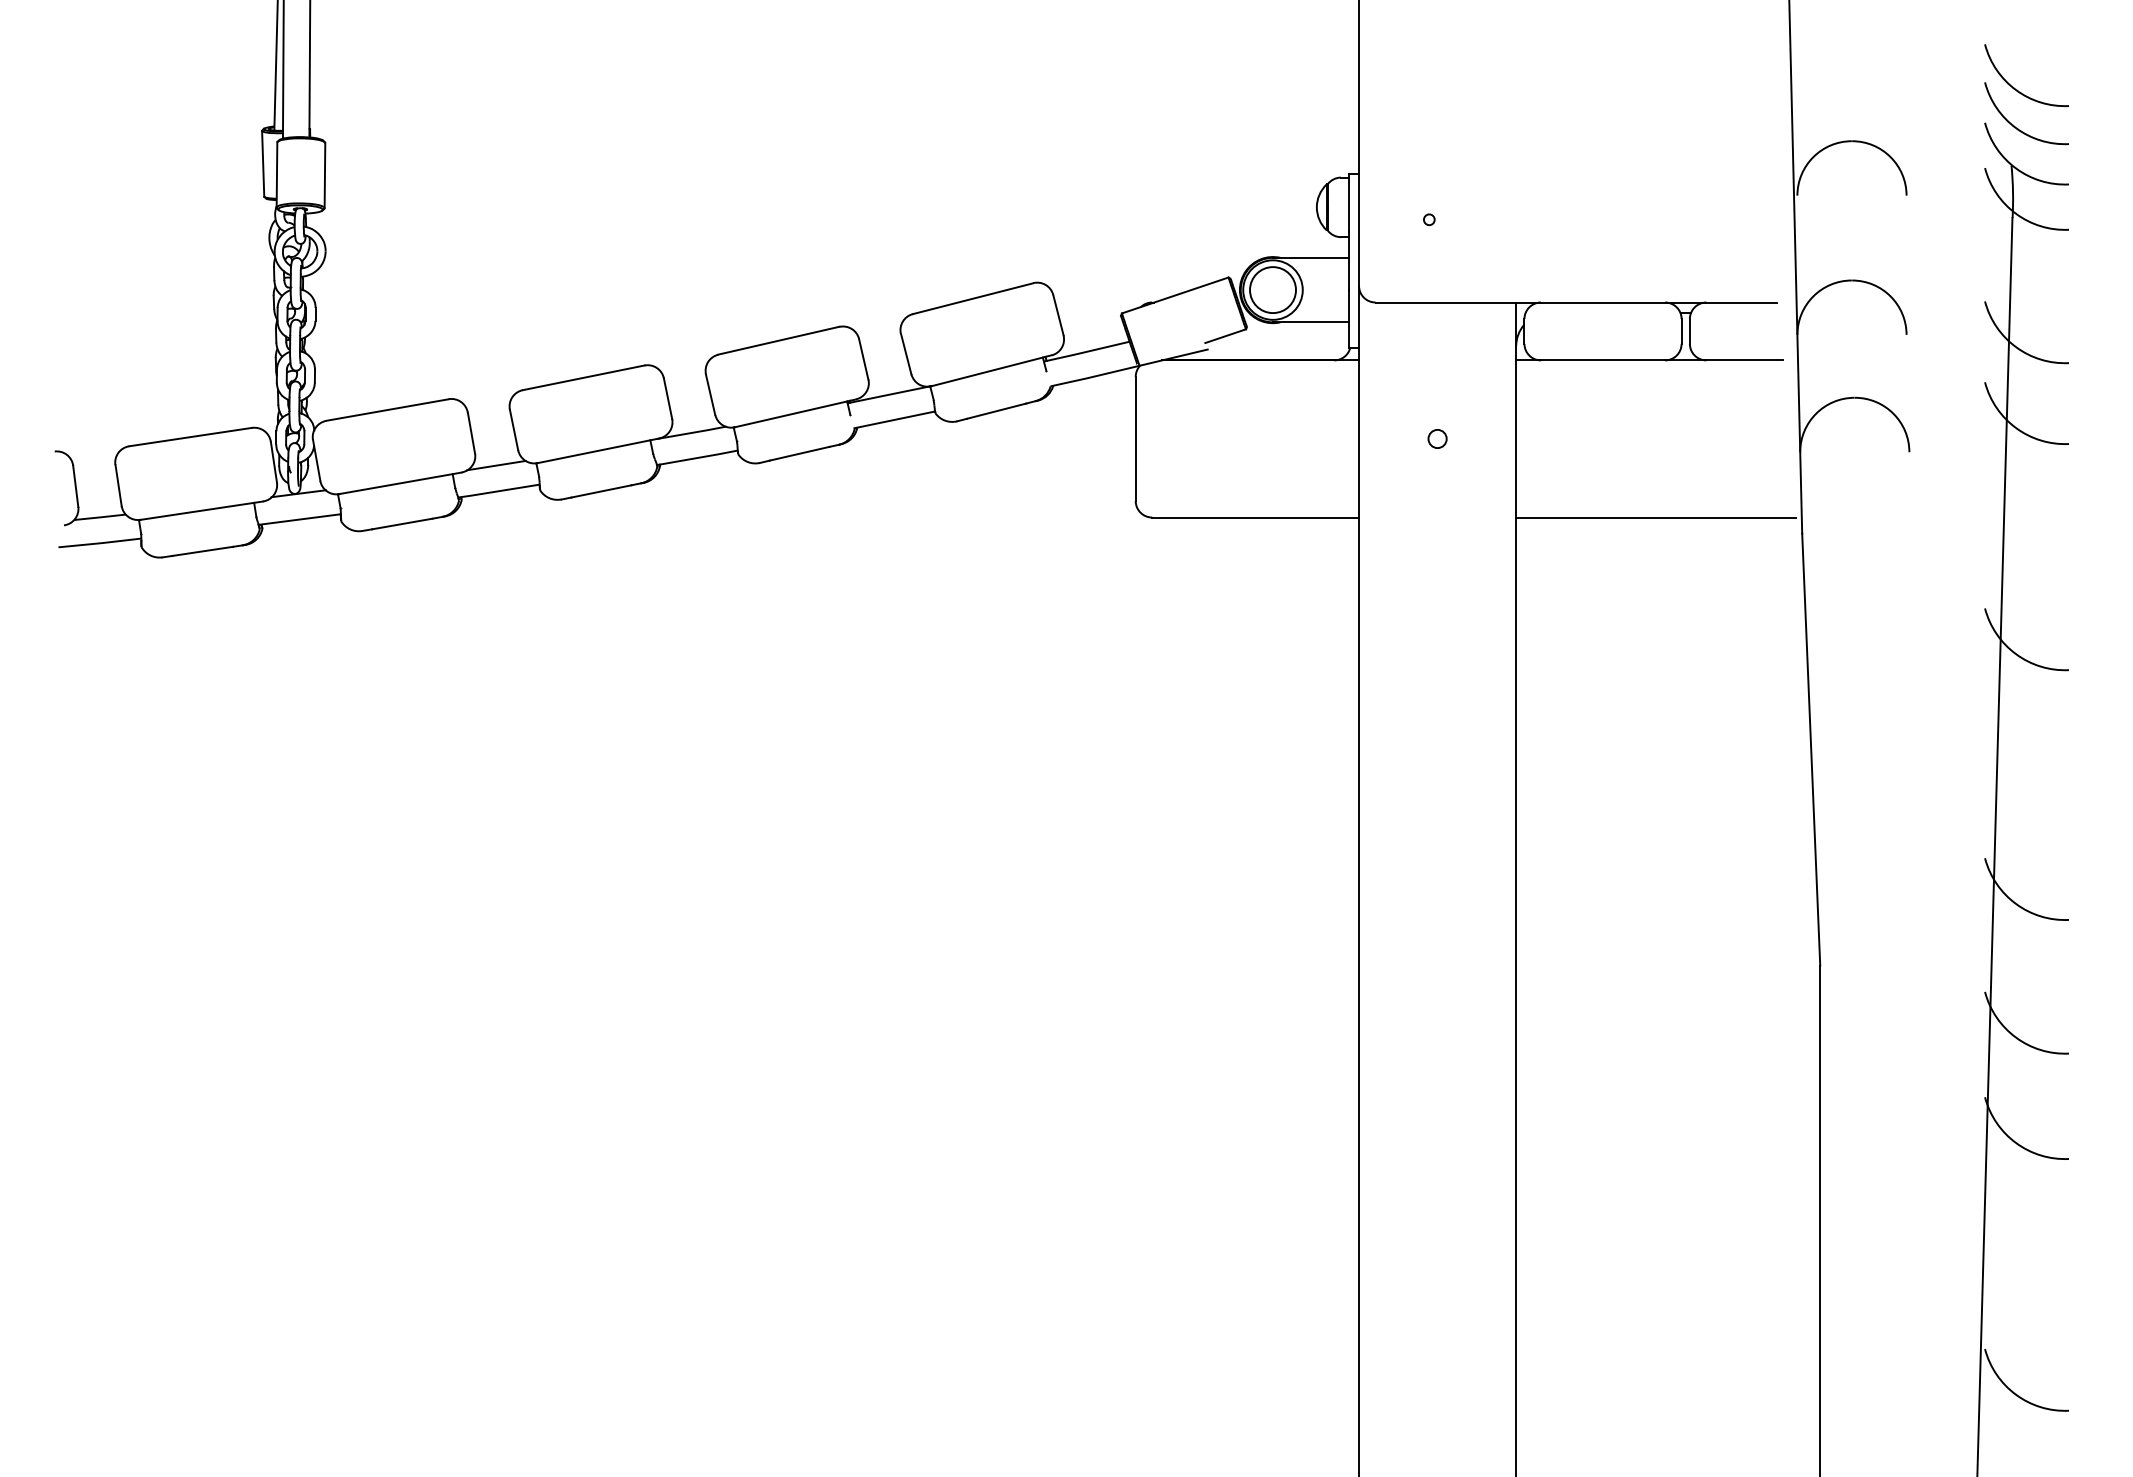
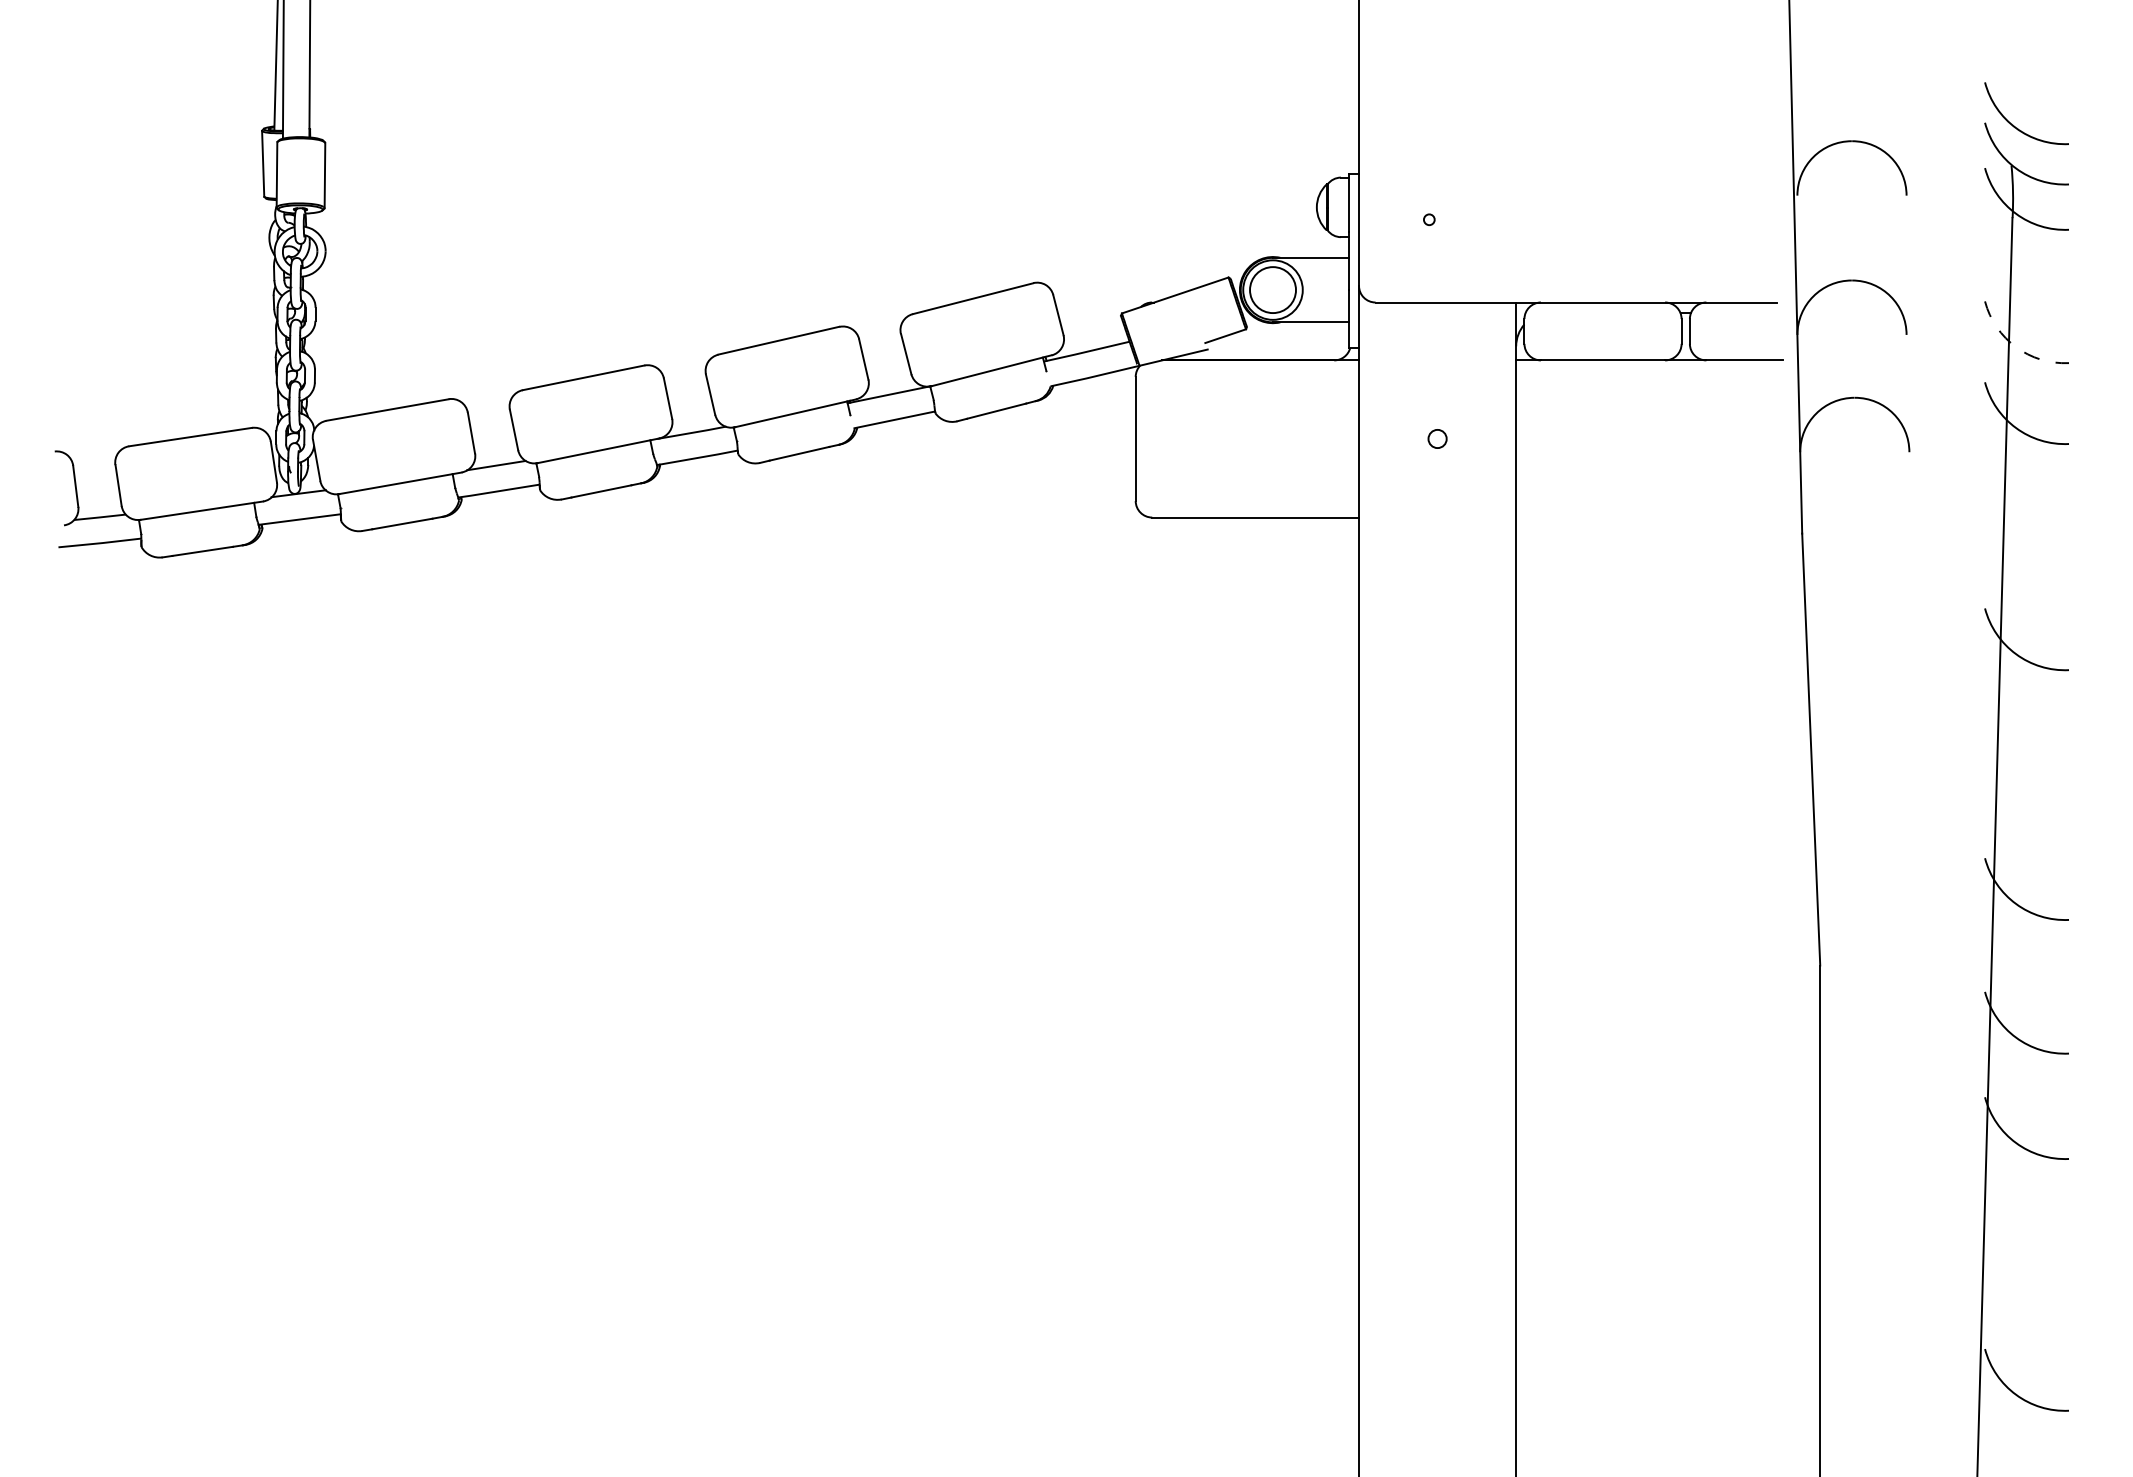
arc at (2017, 89): present -> none
arc at (2016, 347): solid -> dashed
line at (1656, 517): present -> none
